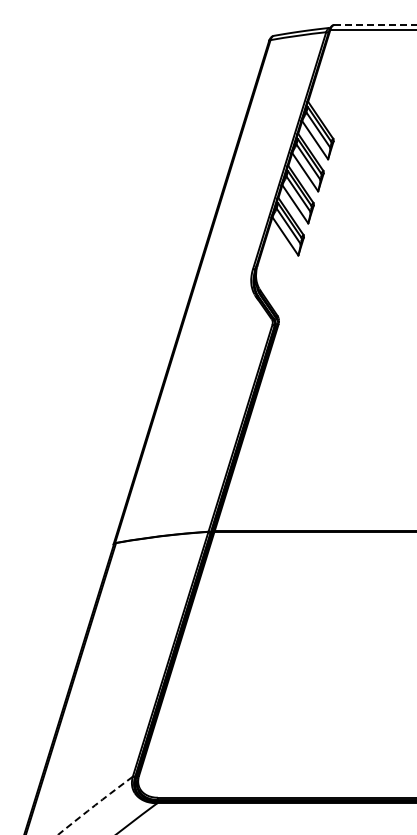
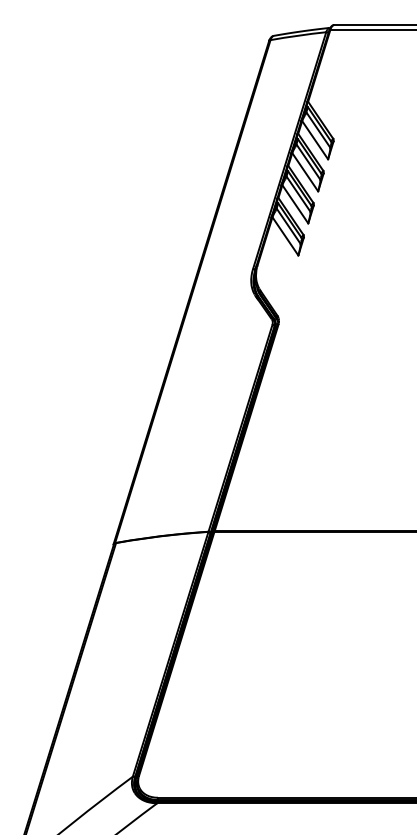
line at (375, 25): dashed -> solid
arc at (94, 805): dashed -> solid
